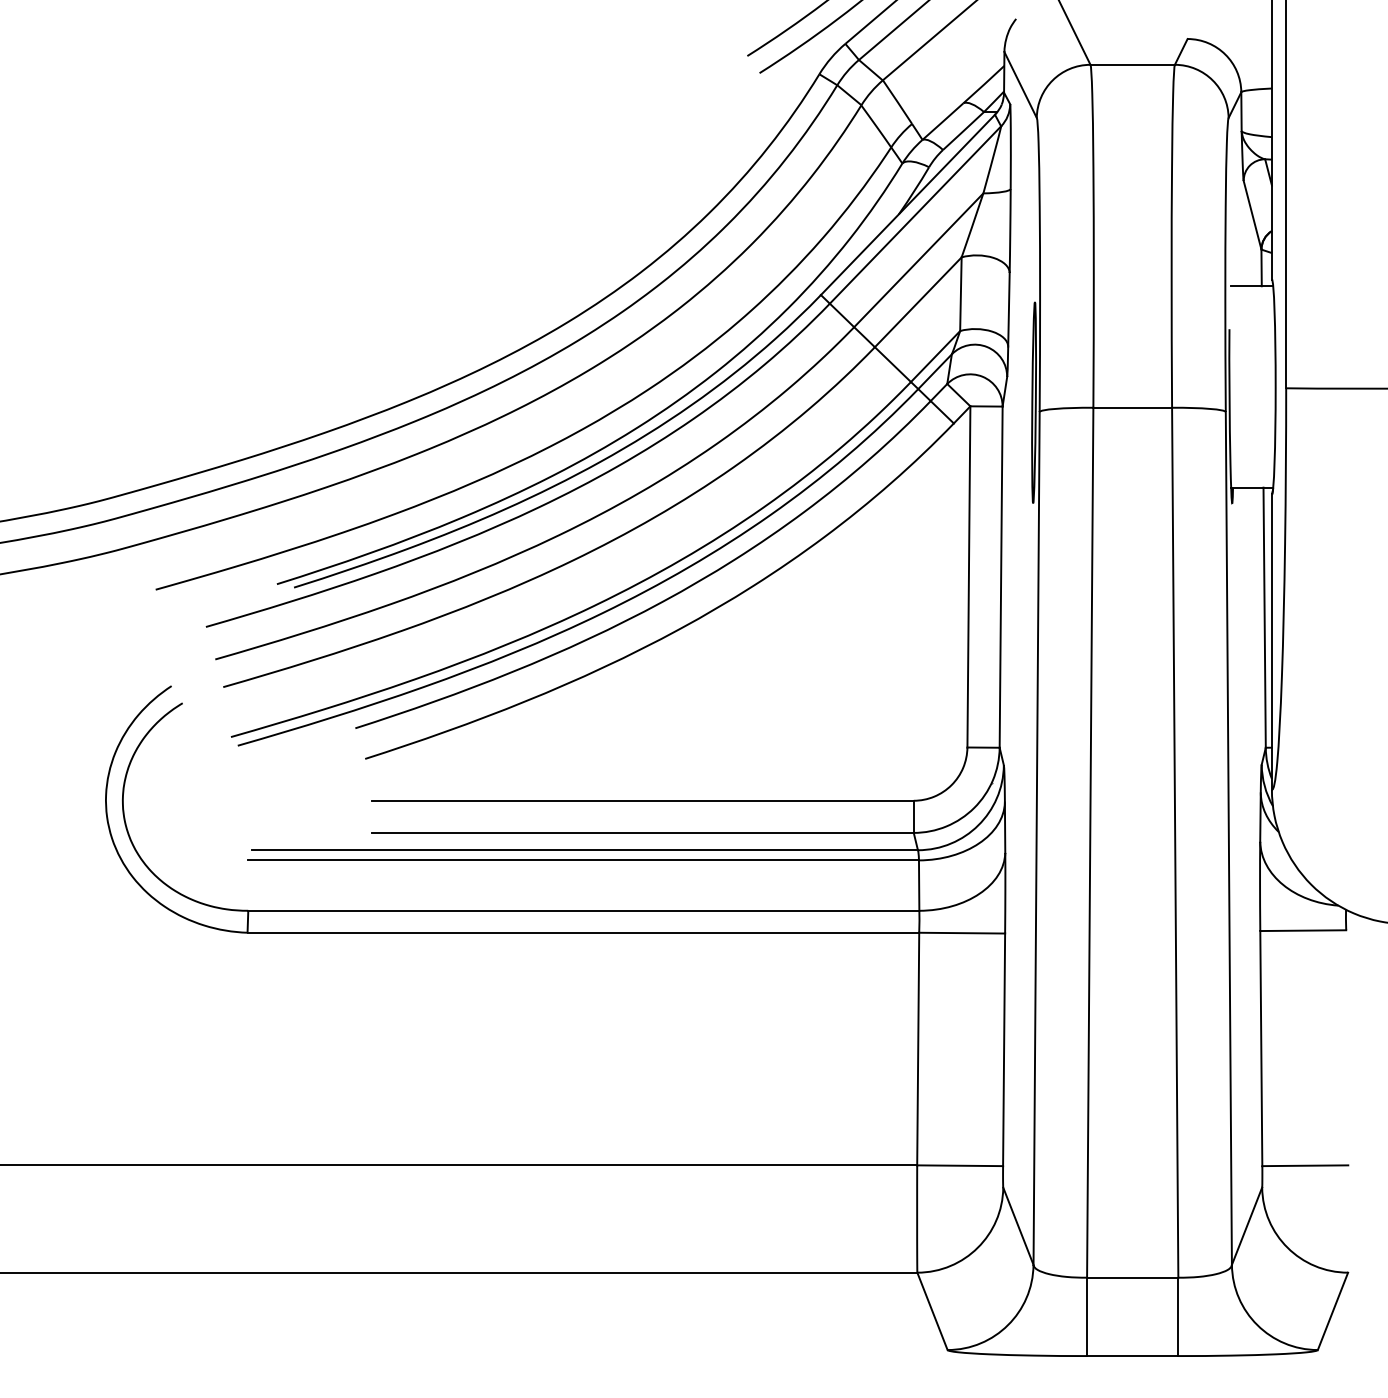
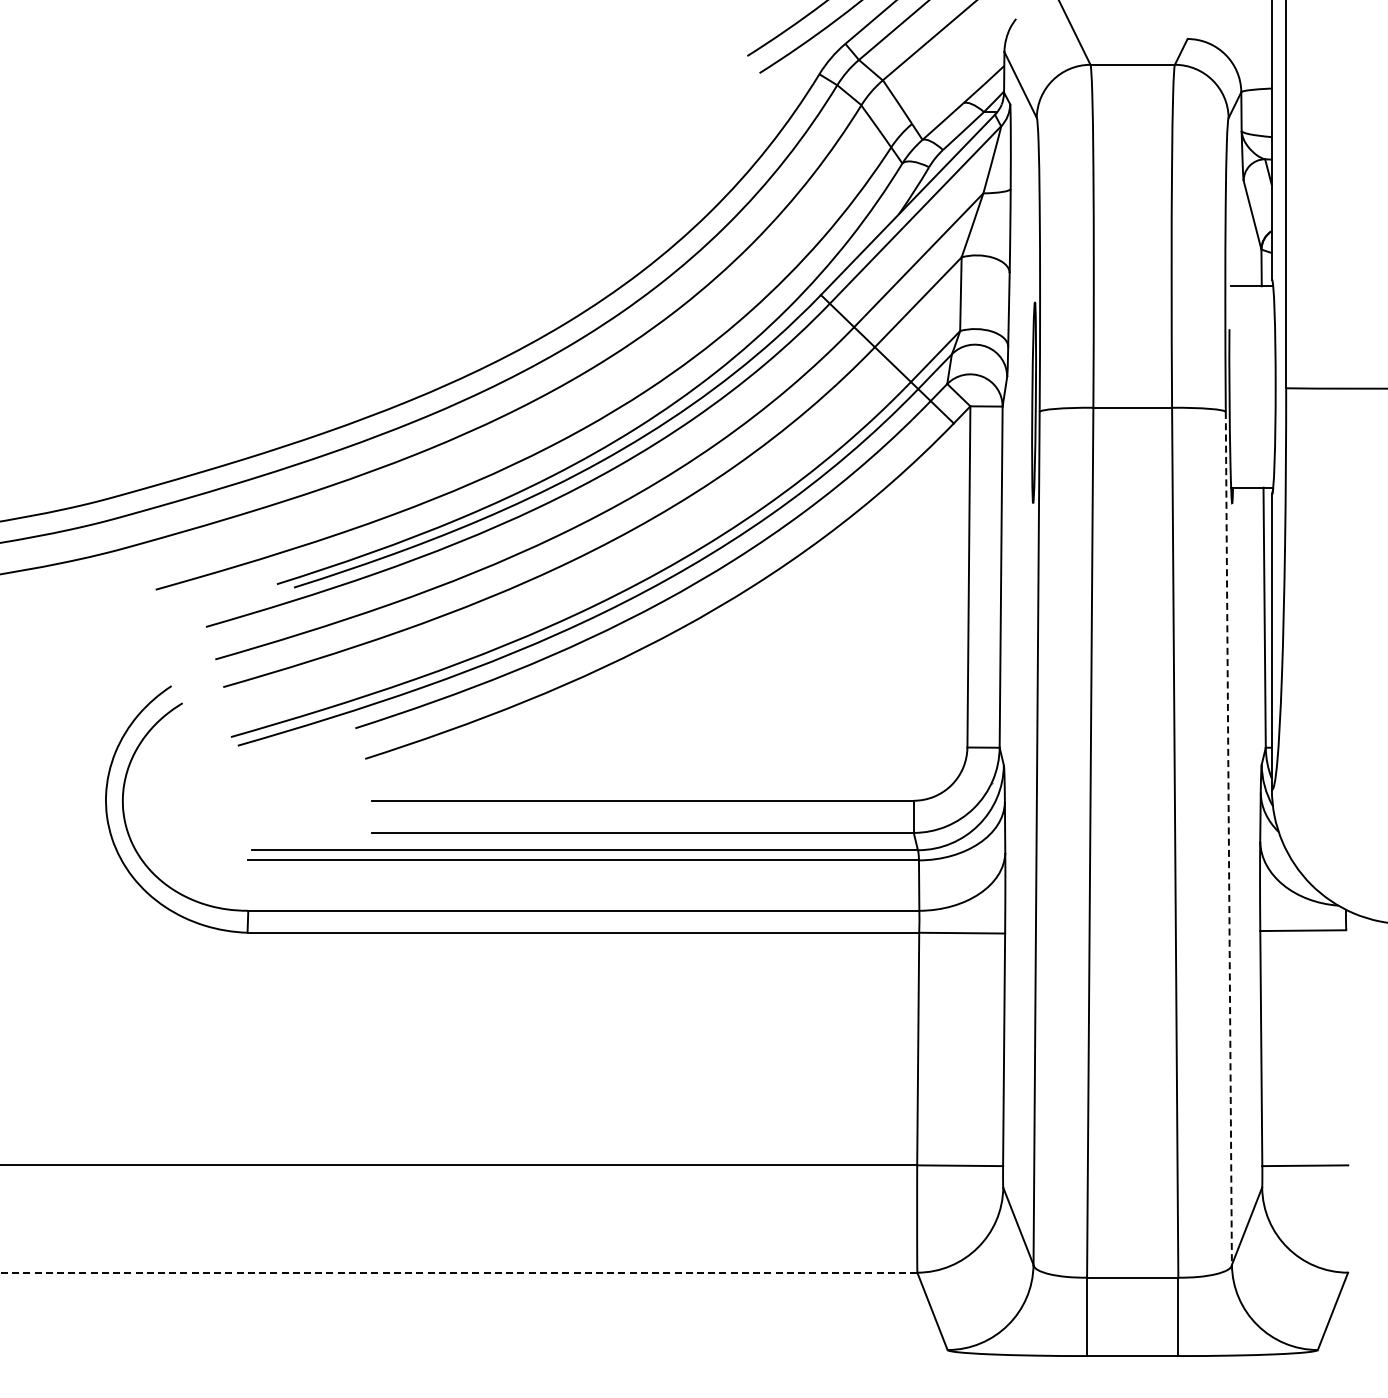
line at (1228, 838): solid -> dashed
line at (458, 1272): solid -> dashed
